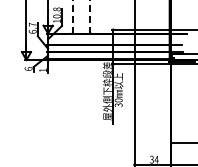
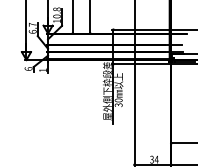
line at (72, 16): dashed -> solid
line at (90, 16): dashed -> solid
